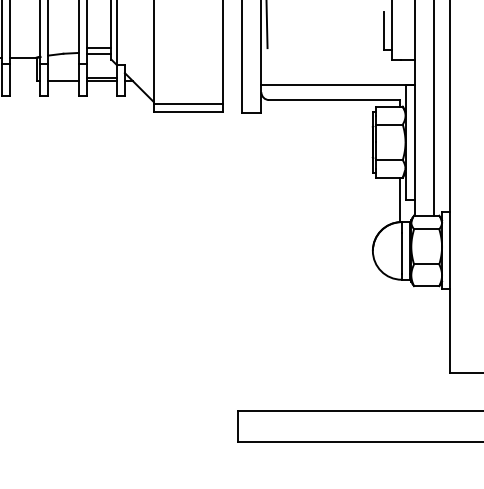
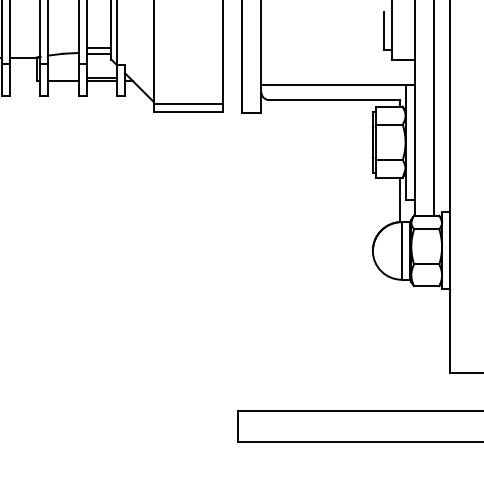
line at (266, 25): present -> none
